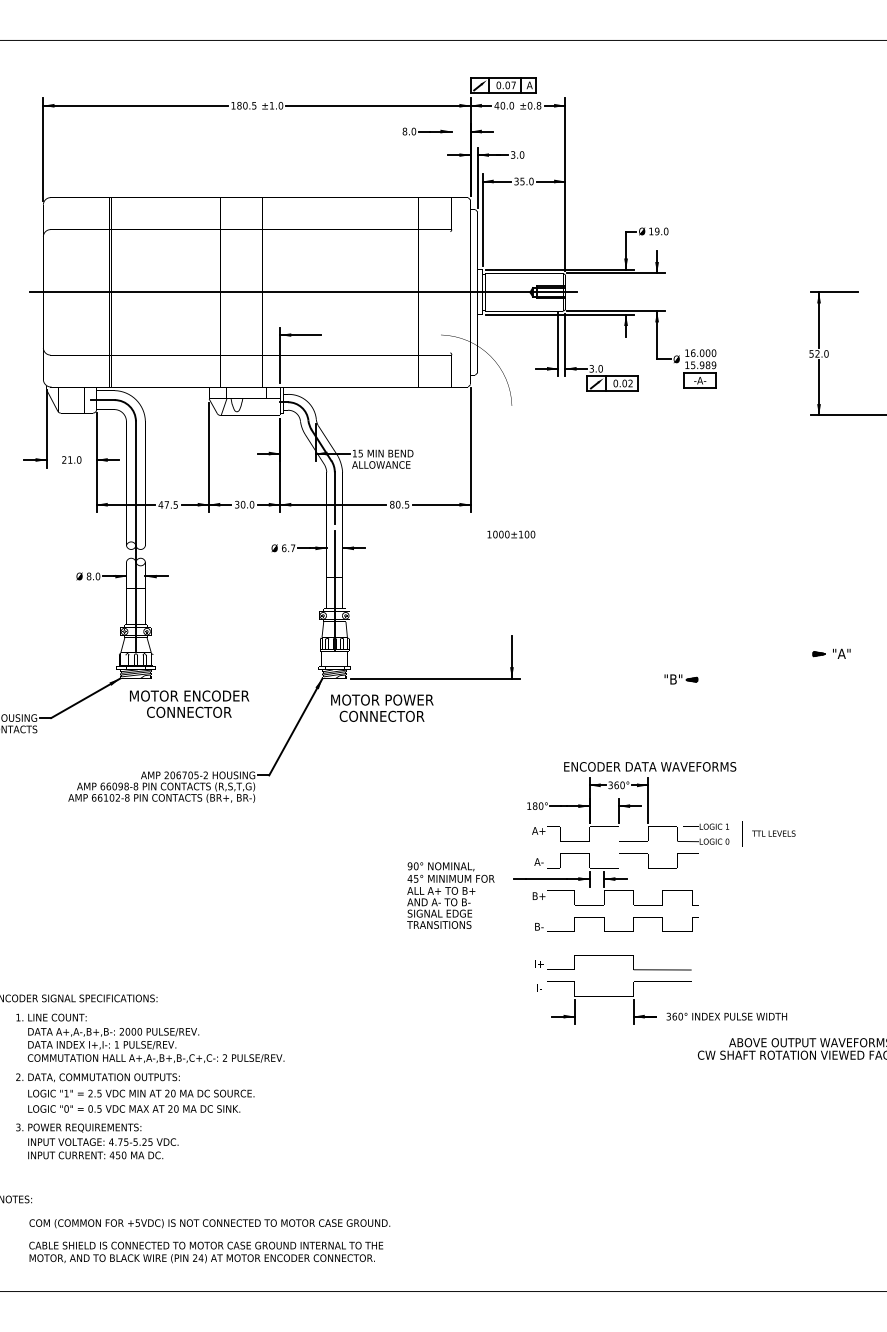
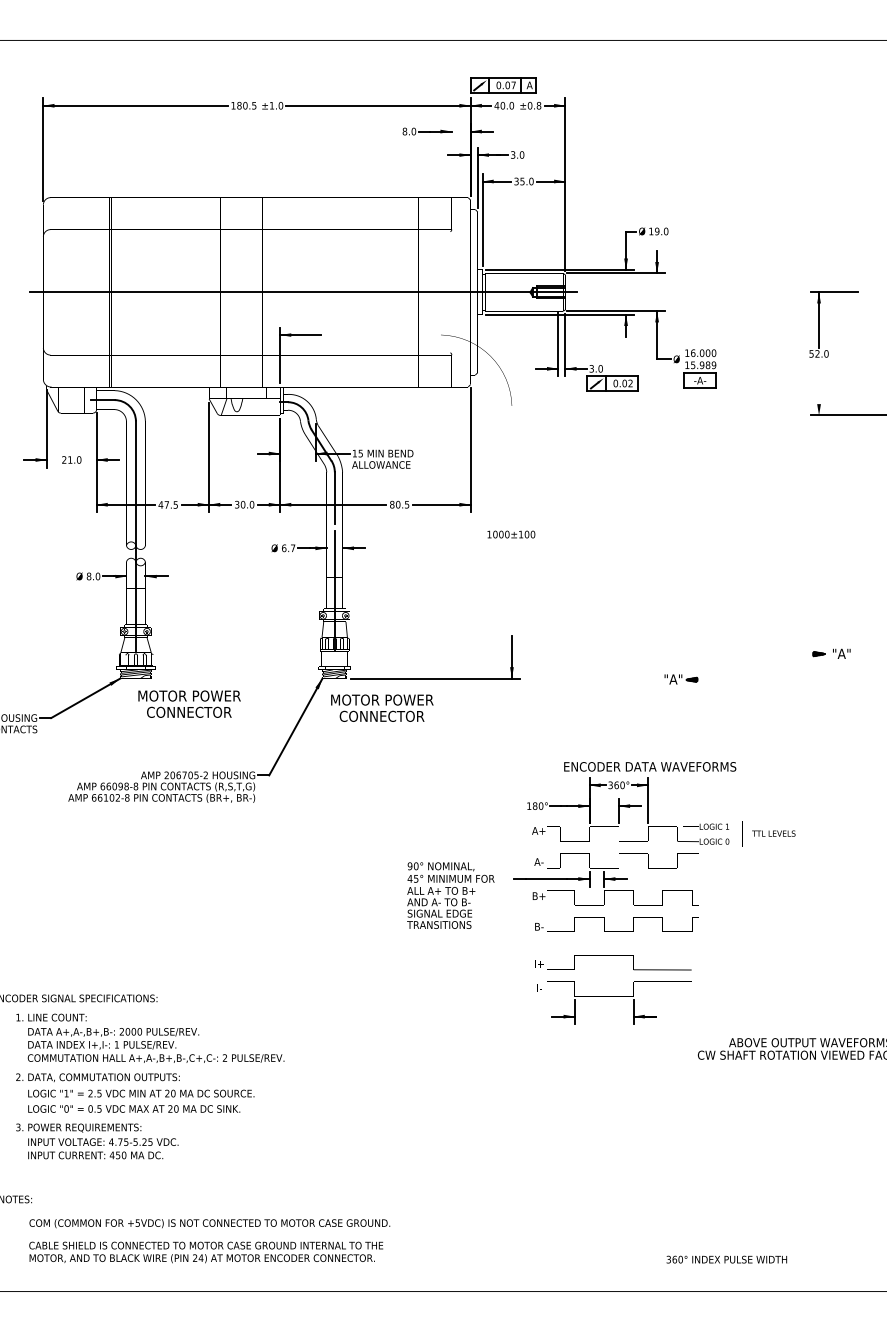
line at (819, 387): present -> none
text at (673, 679): "B" -> "A"
text at (189, 695): MOTOR ENCODER -> MOTOR POWER
text at (726, 1016) position: (726, 1016) -> (726, 1259)
